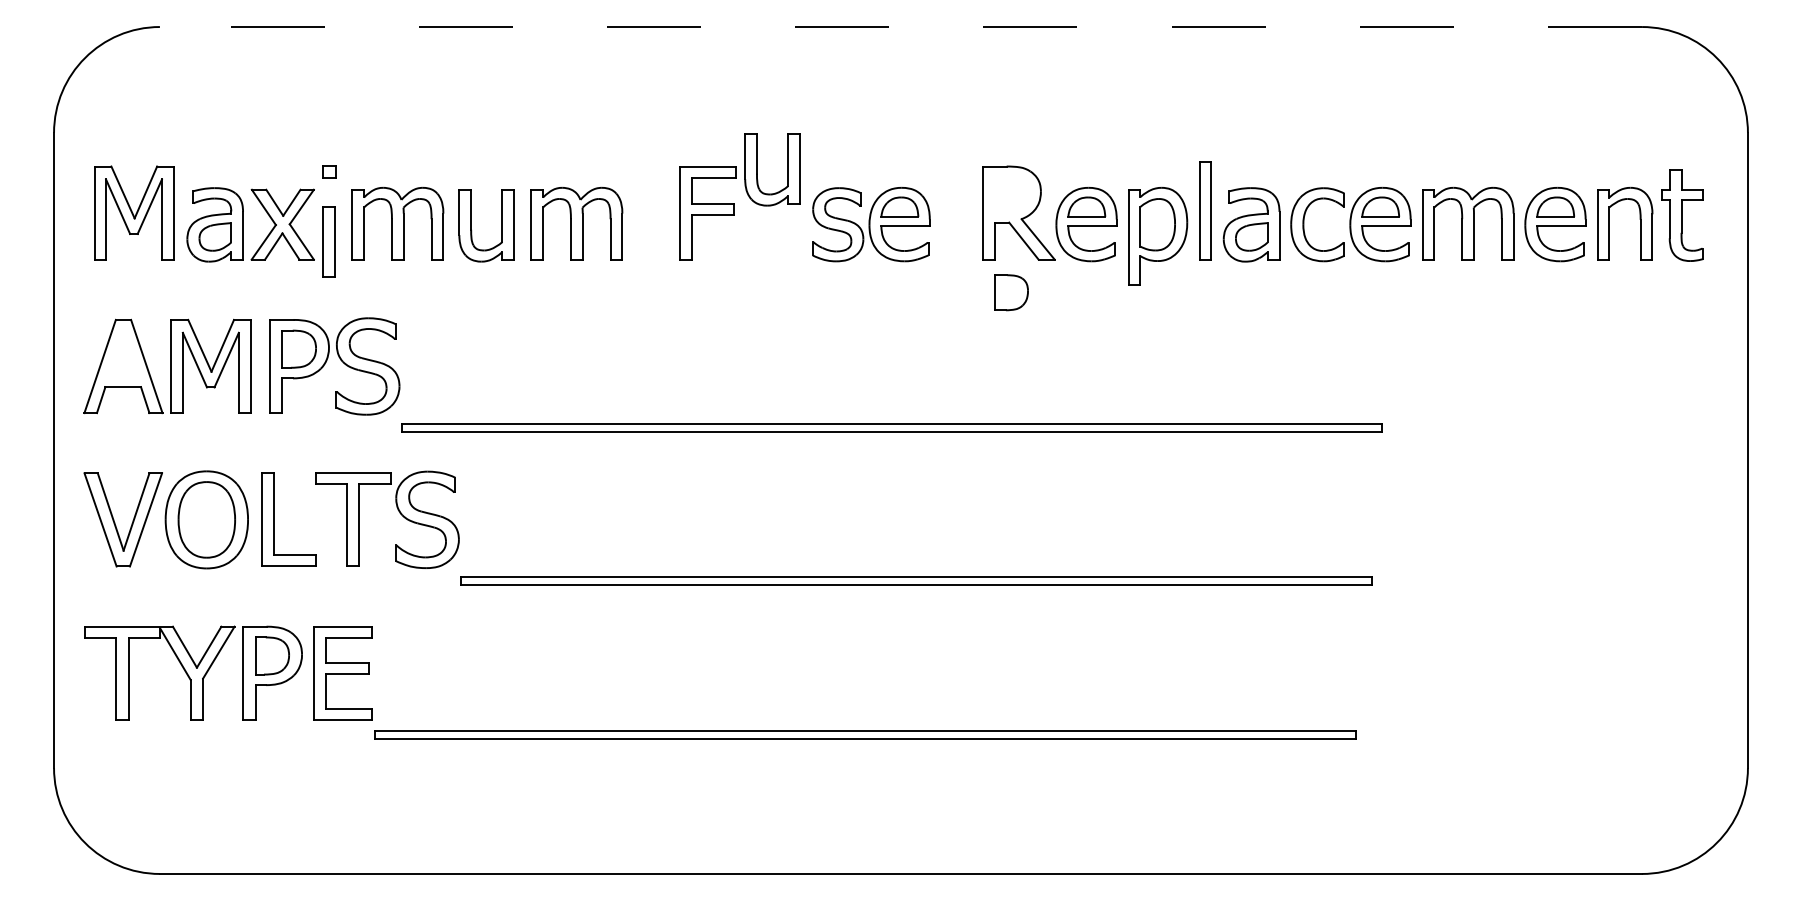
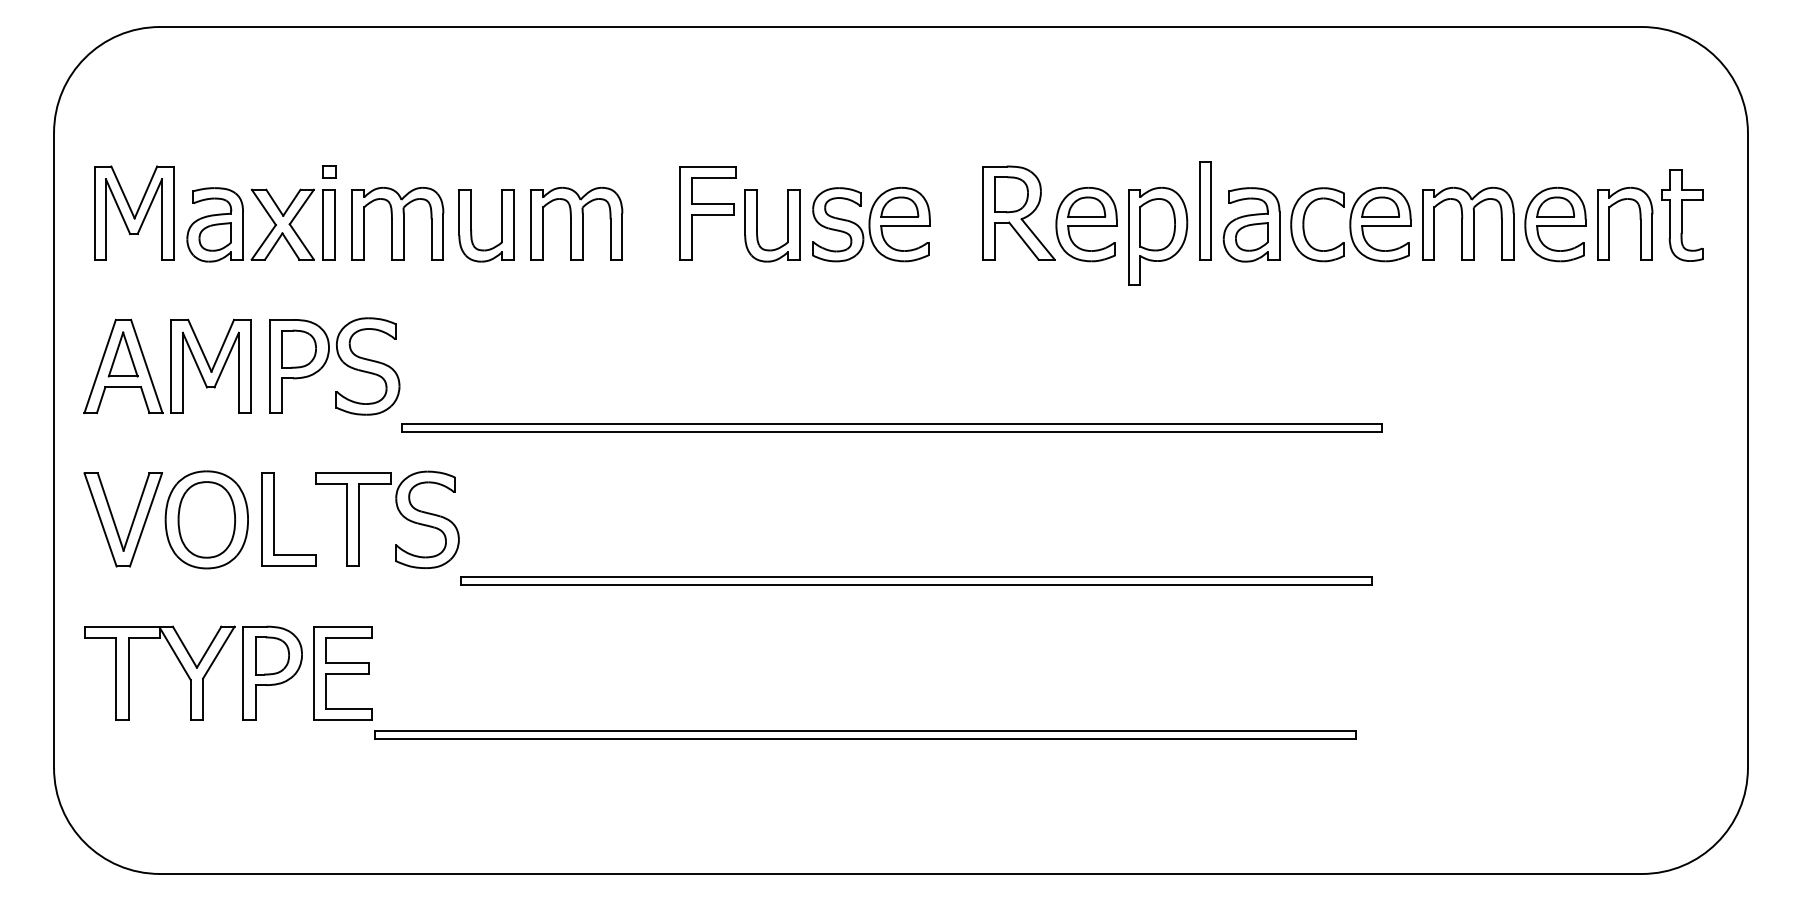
line at (900, 27): dashed -> solid
part at (757, 169) position: (757, 169) -> (757, 225)
part at (328, 241) position: (328, 241) -> (328, 224)
part at (1011, 292) position: (1011, 292) -> (1011, 194)
part at (122, 354): none -> present
